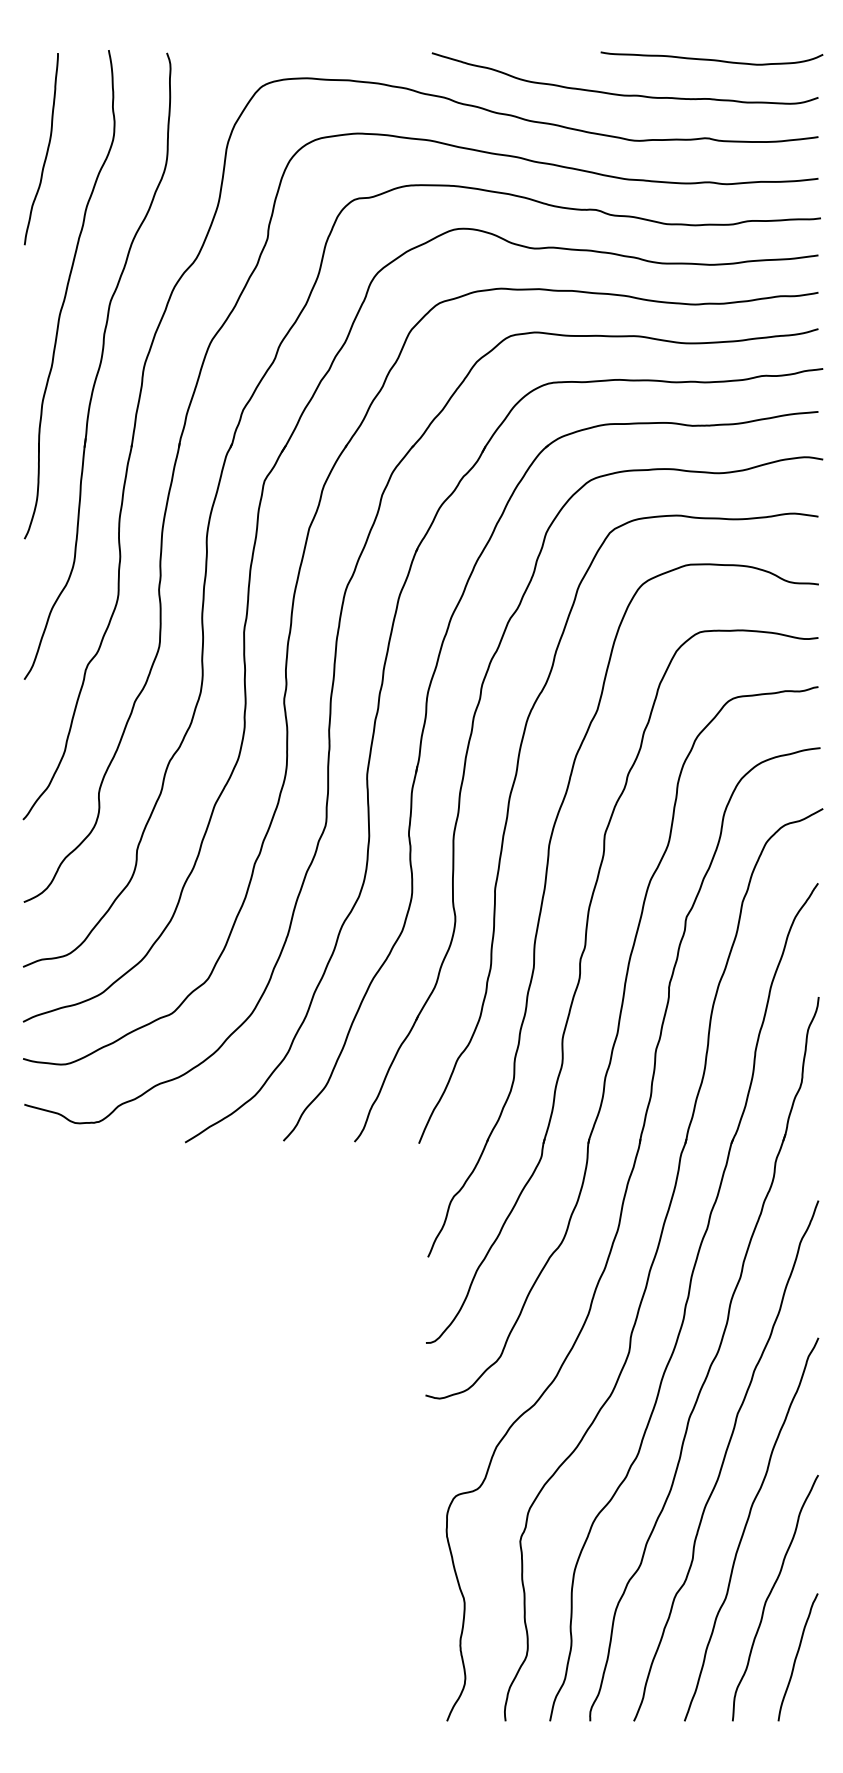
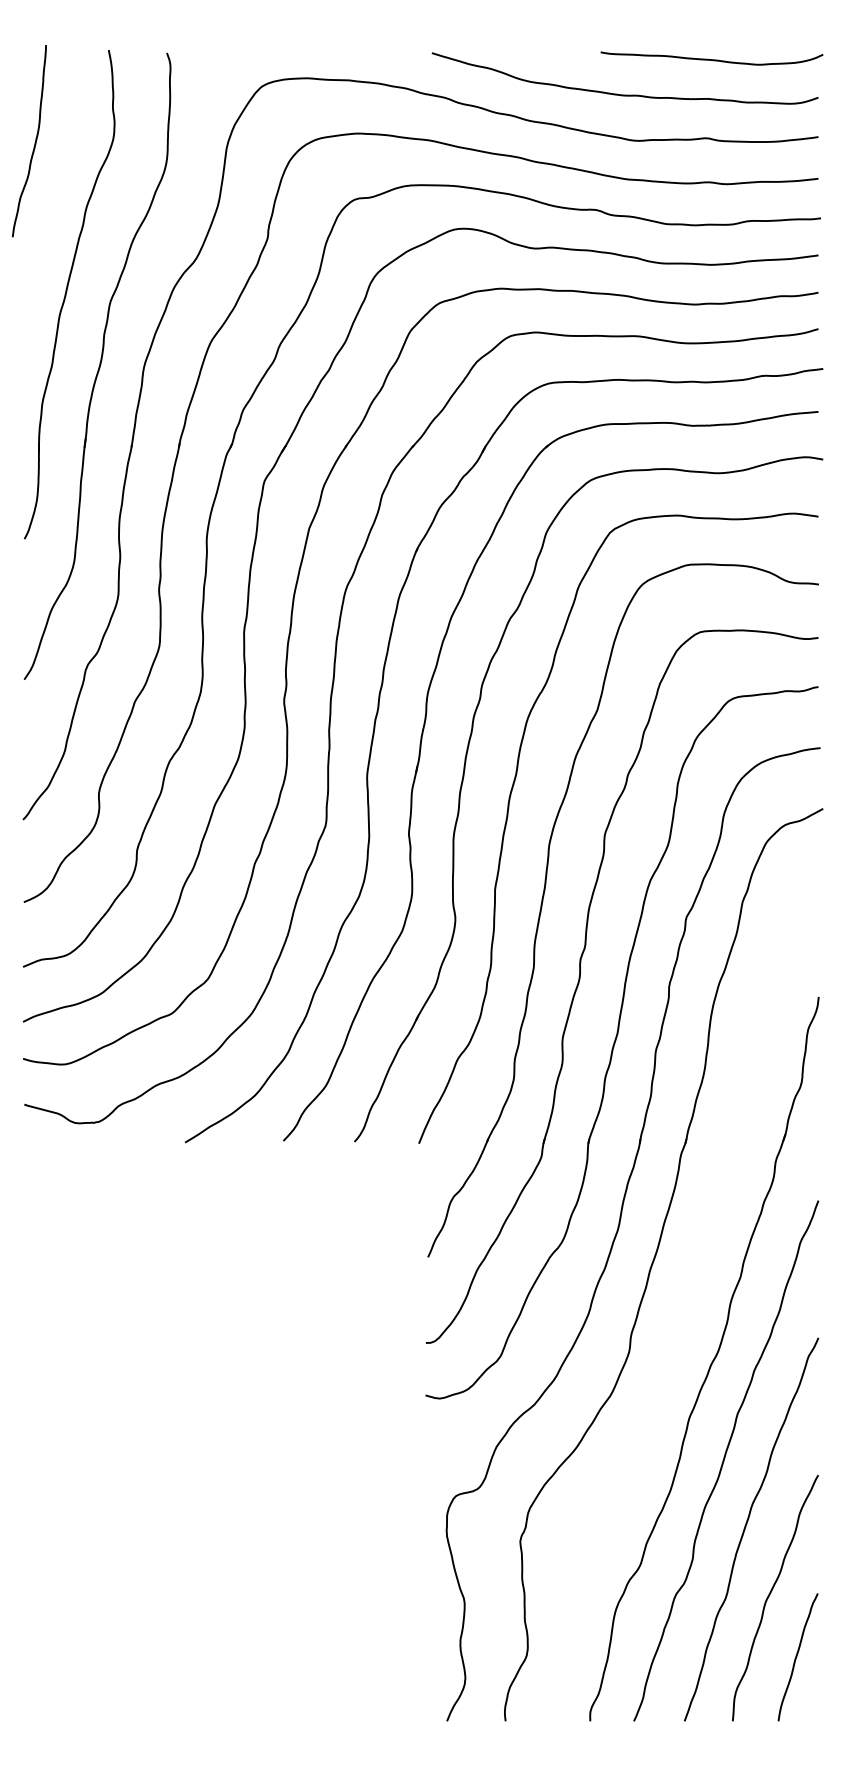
curve at (46, 150) position: (46, 150) -> (34, 142)
part at (683, 1302): present -> none
